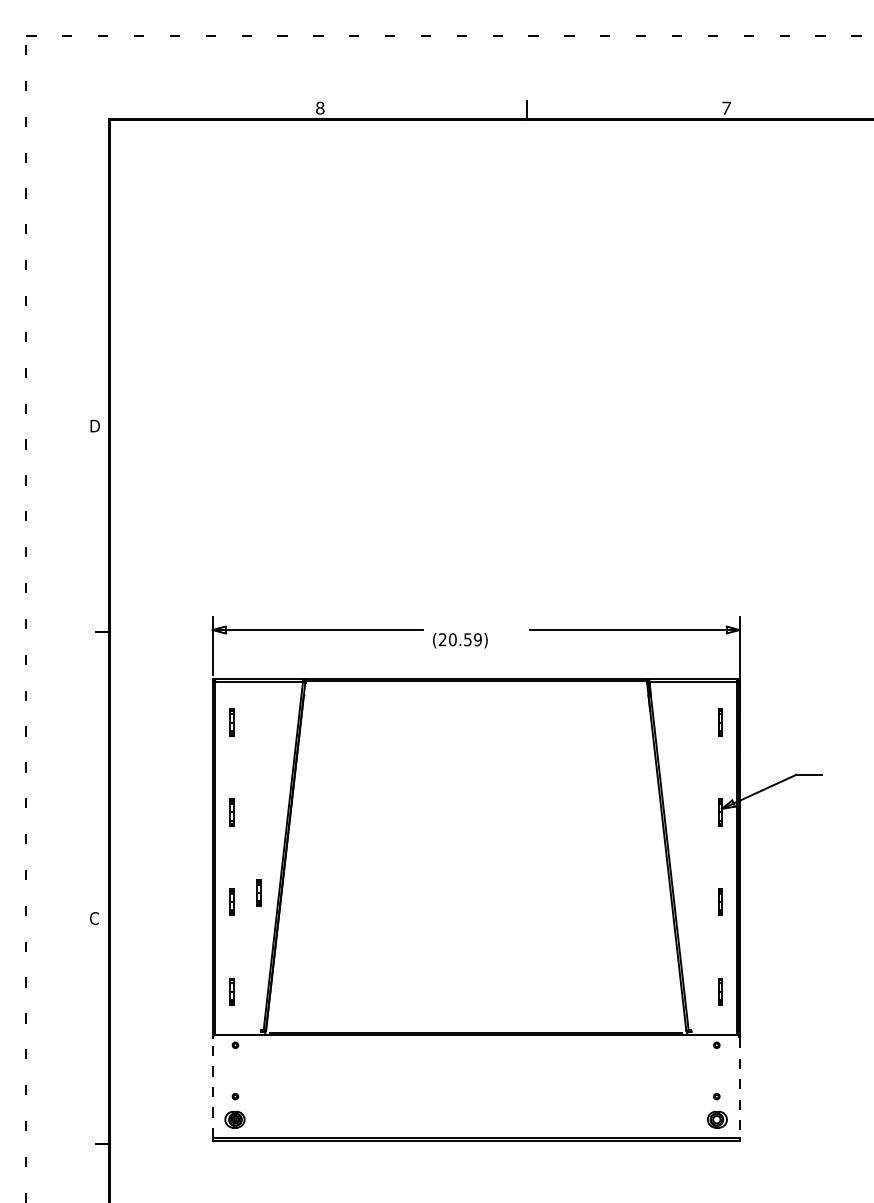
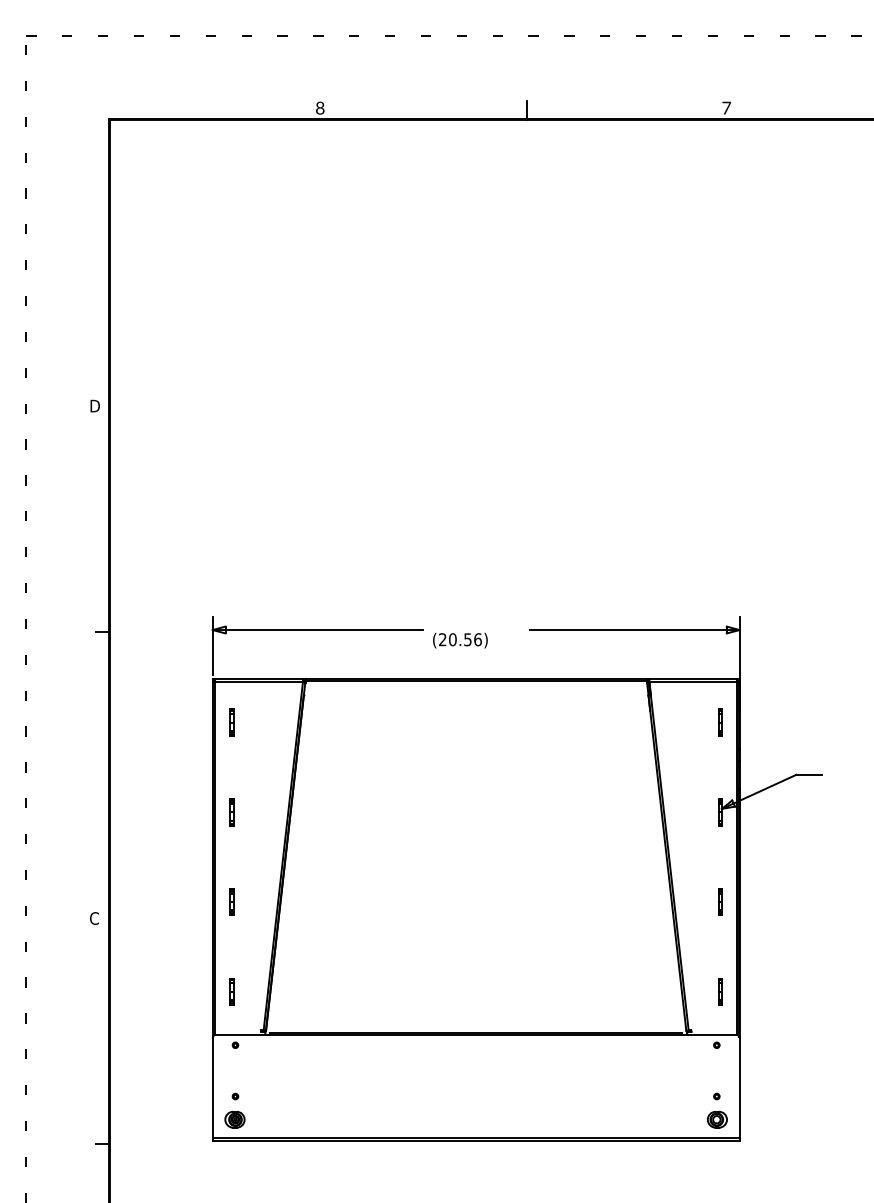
text at (94, 425) position: (94, 425) -> (94, 405)
text at (477, 639): (20.59) -> (20.56)
part at (258, 892): present -> none
line at (212, 1087): dashed -> solid
line at (739, 1088): dashed -> solid
